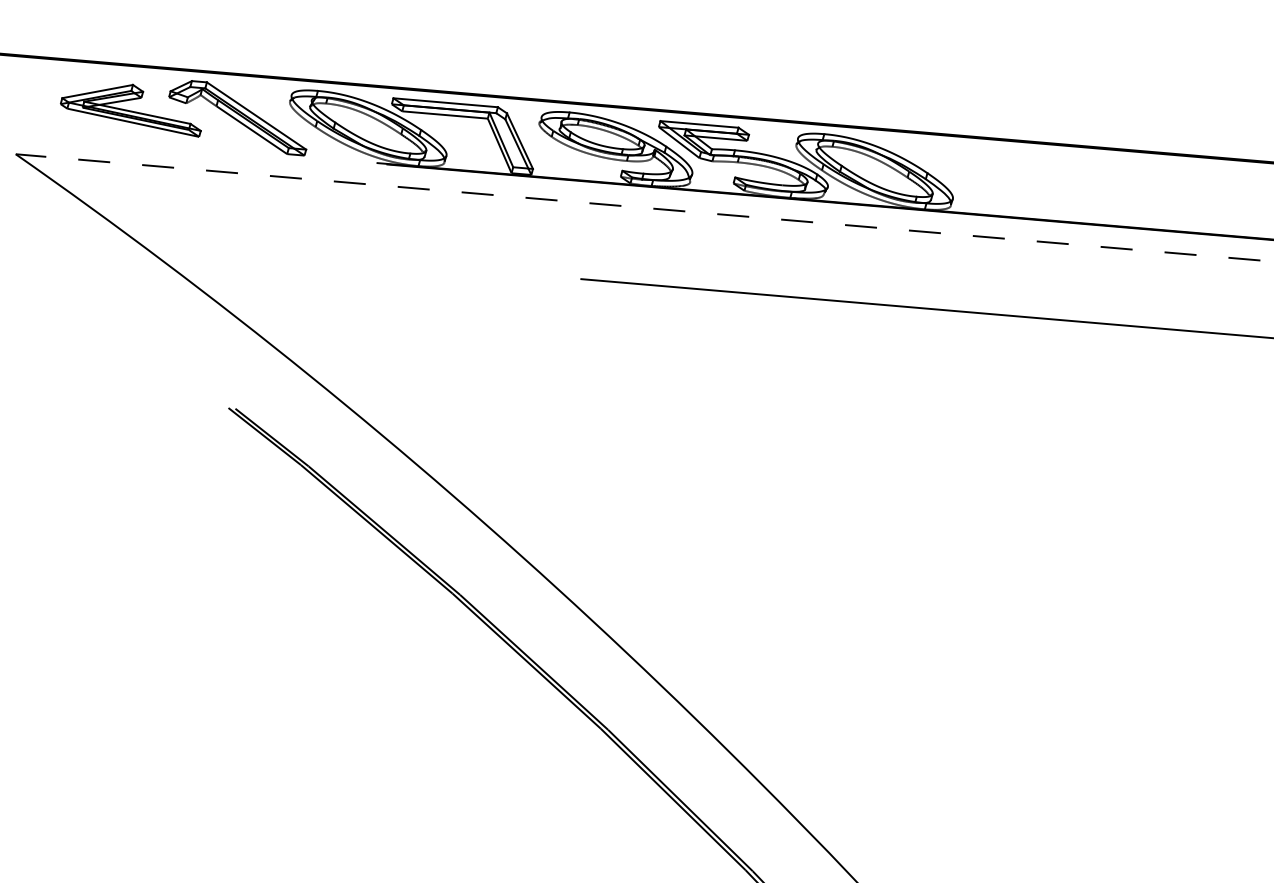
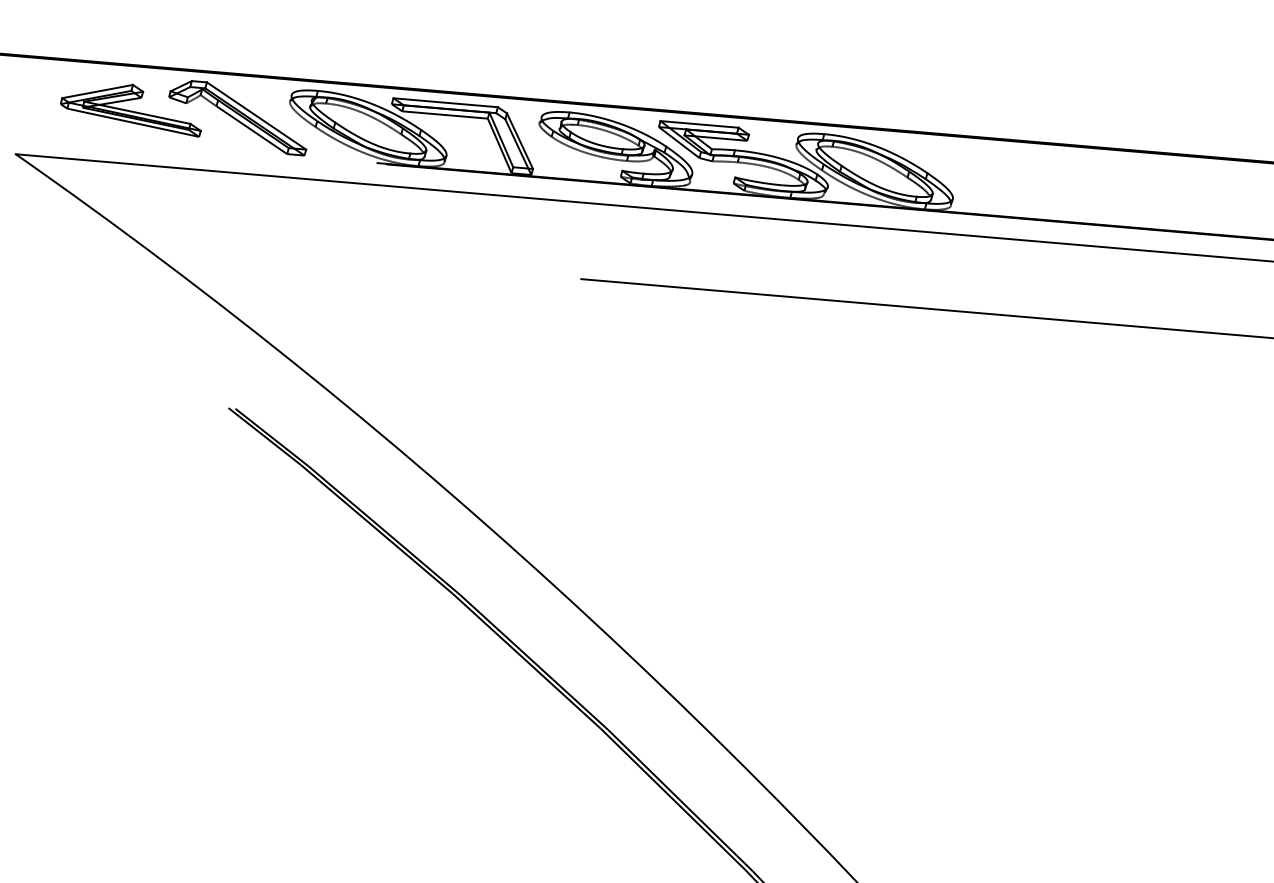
line at (644, 207): dashed -> solid
